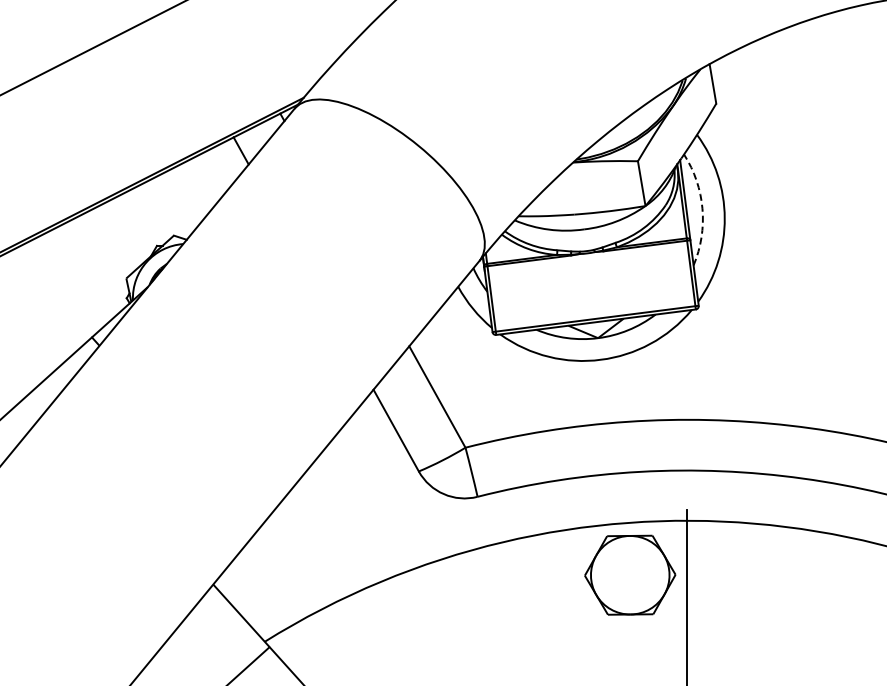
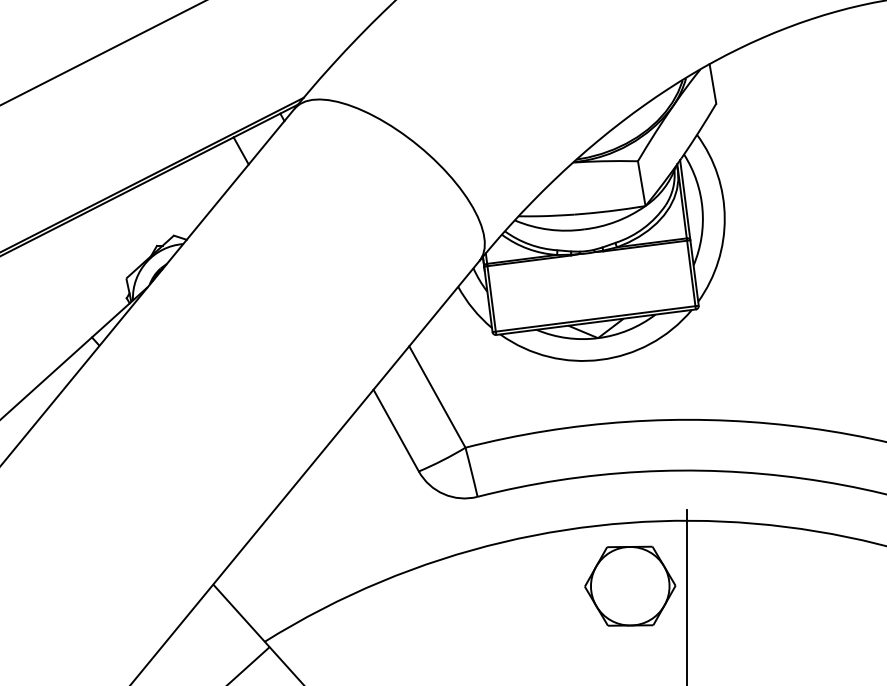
line at (92, 48) position: (92, 48) -> (102, 53)
arc at (702, 208): dashed -> solid
part at (630, 574) position: (630, 574) -> (630, 585)
